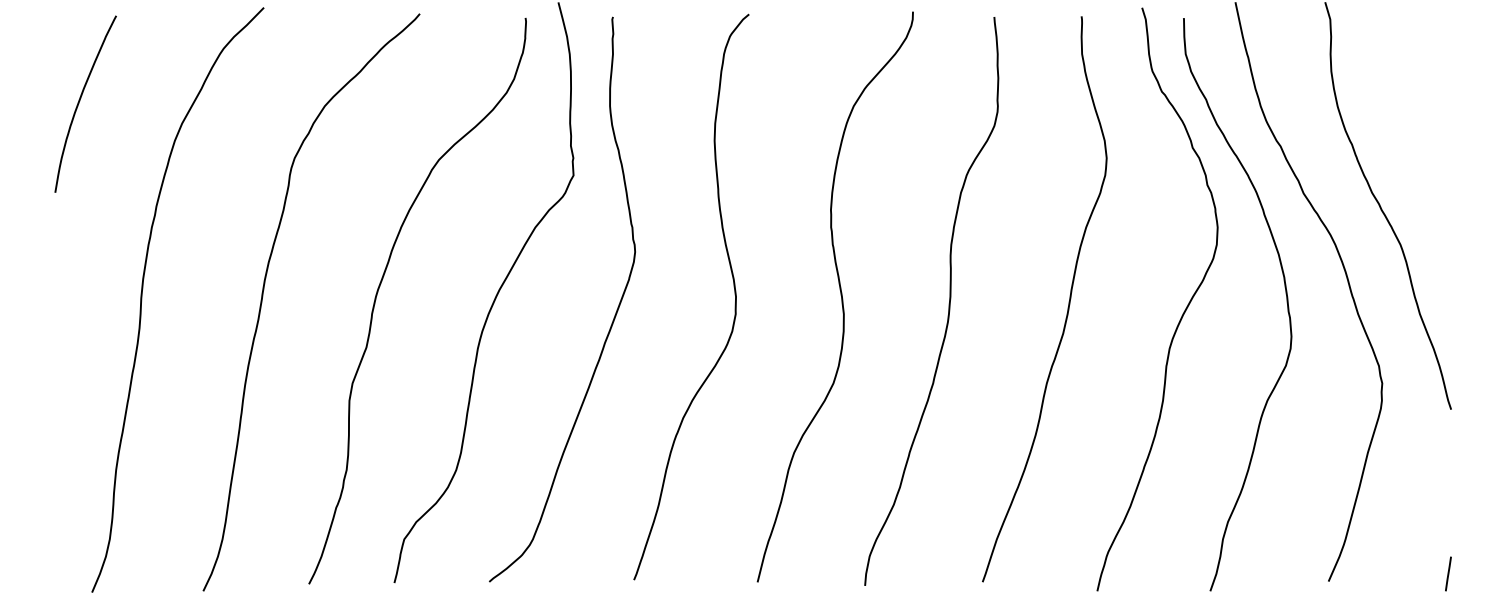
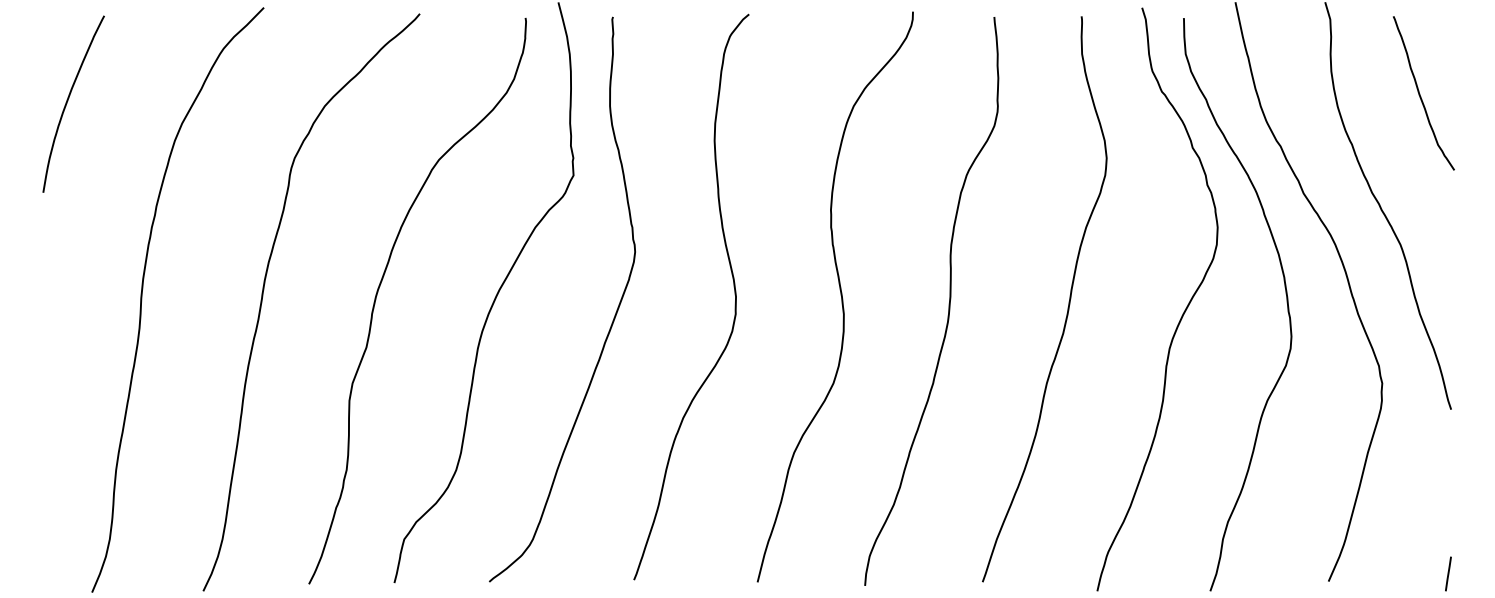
curve at (1420, 93): none -> present
curve at (80, 101) position: (80, 101) -> (68, 101)
